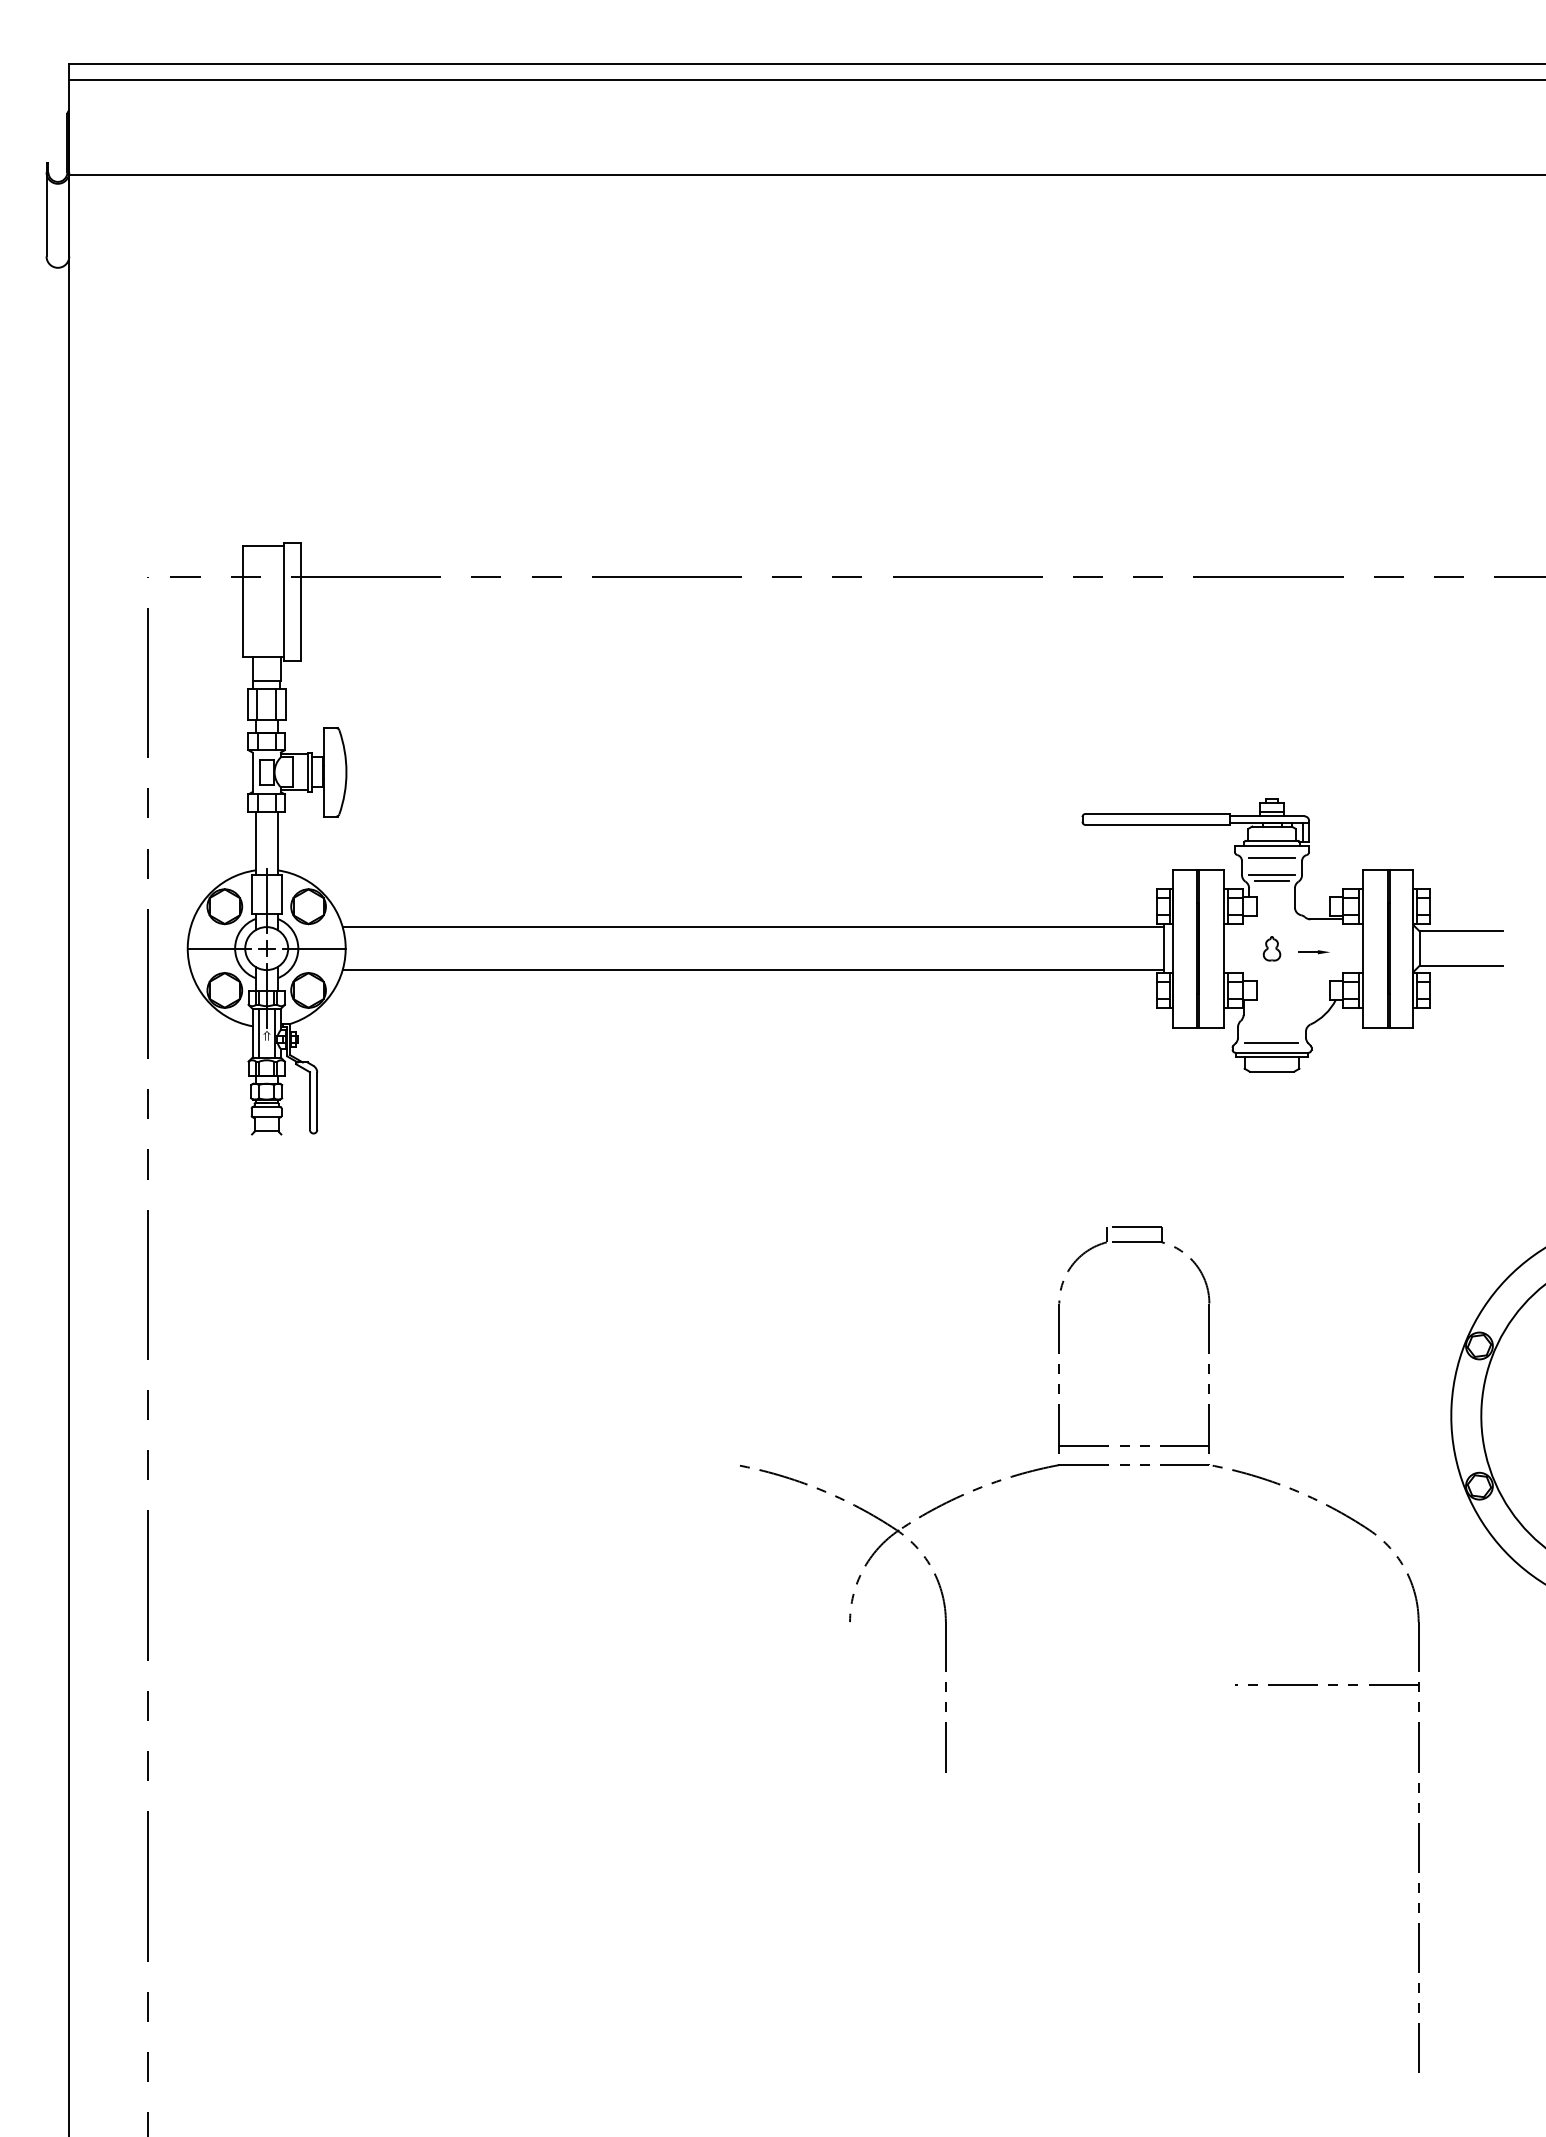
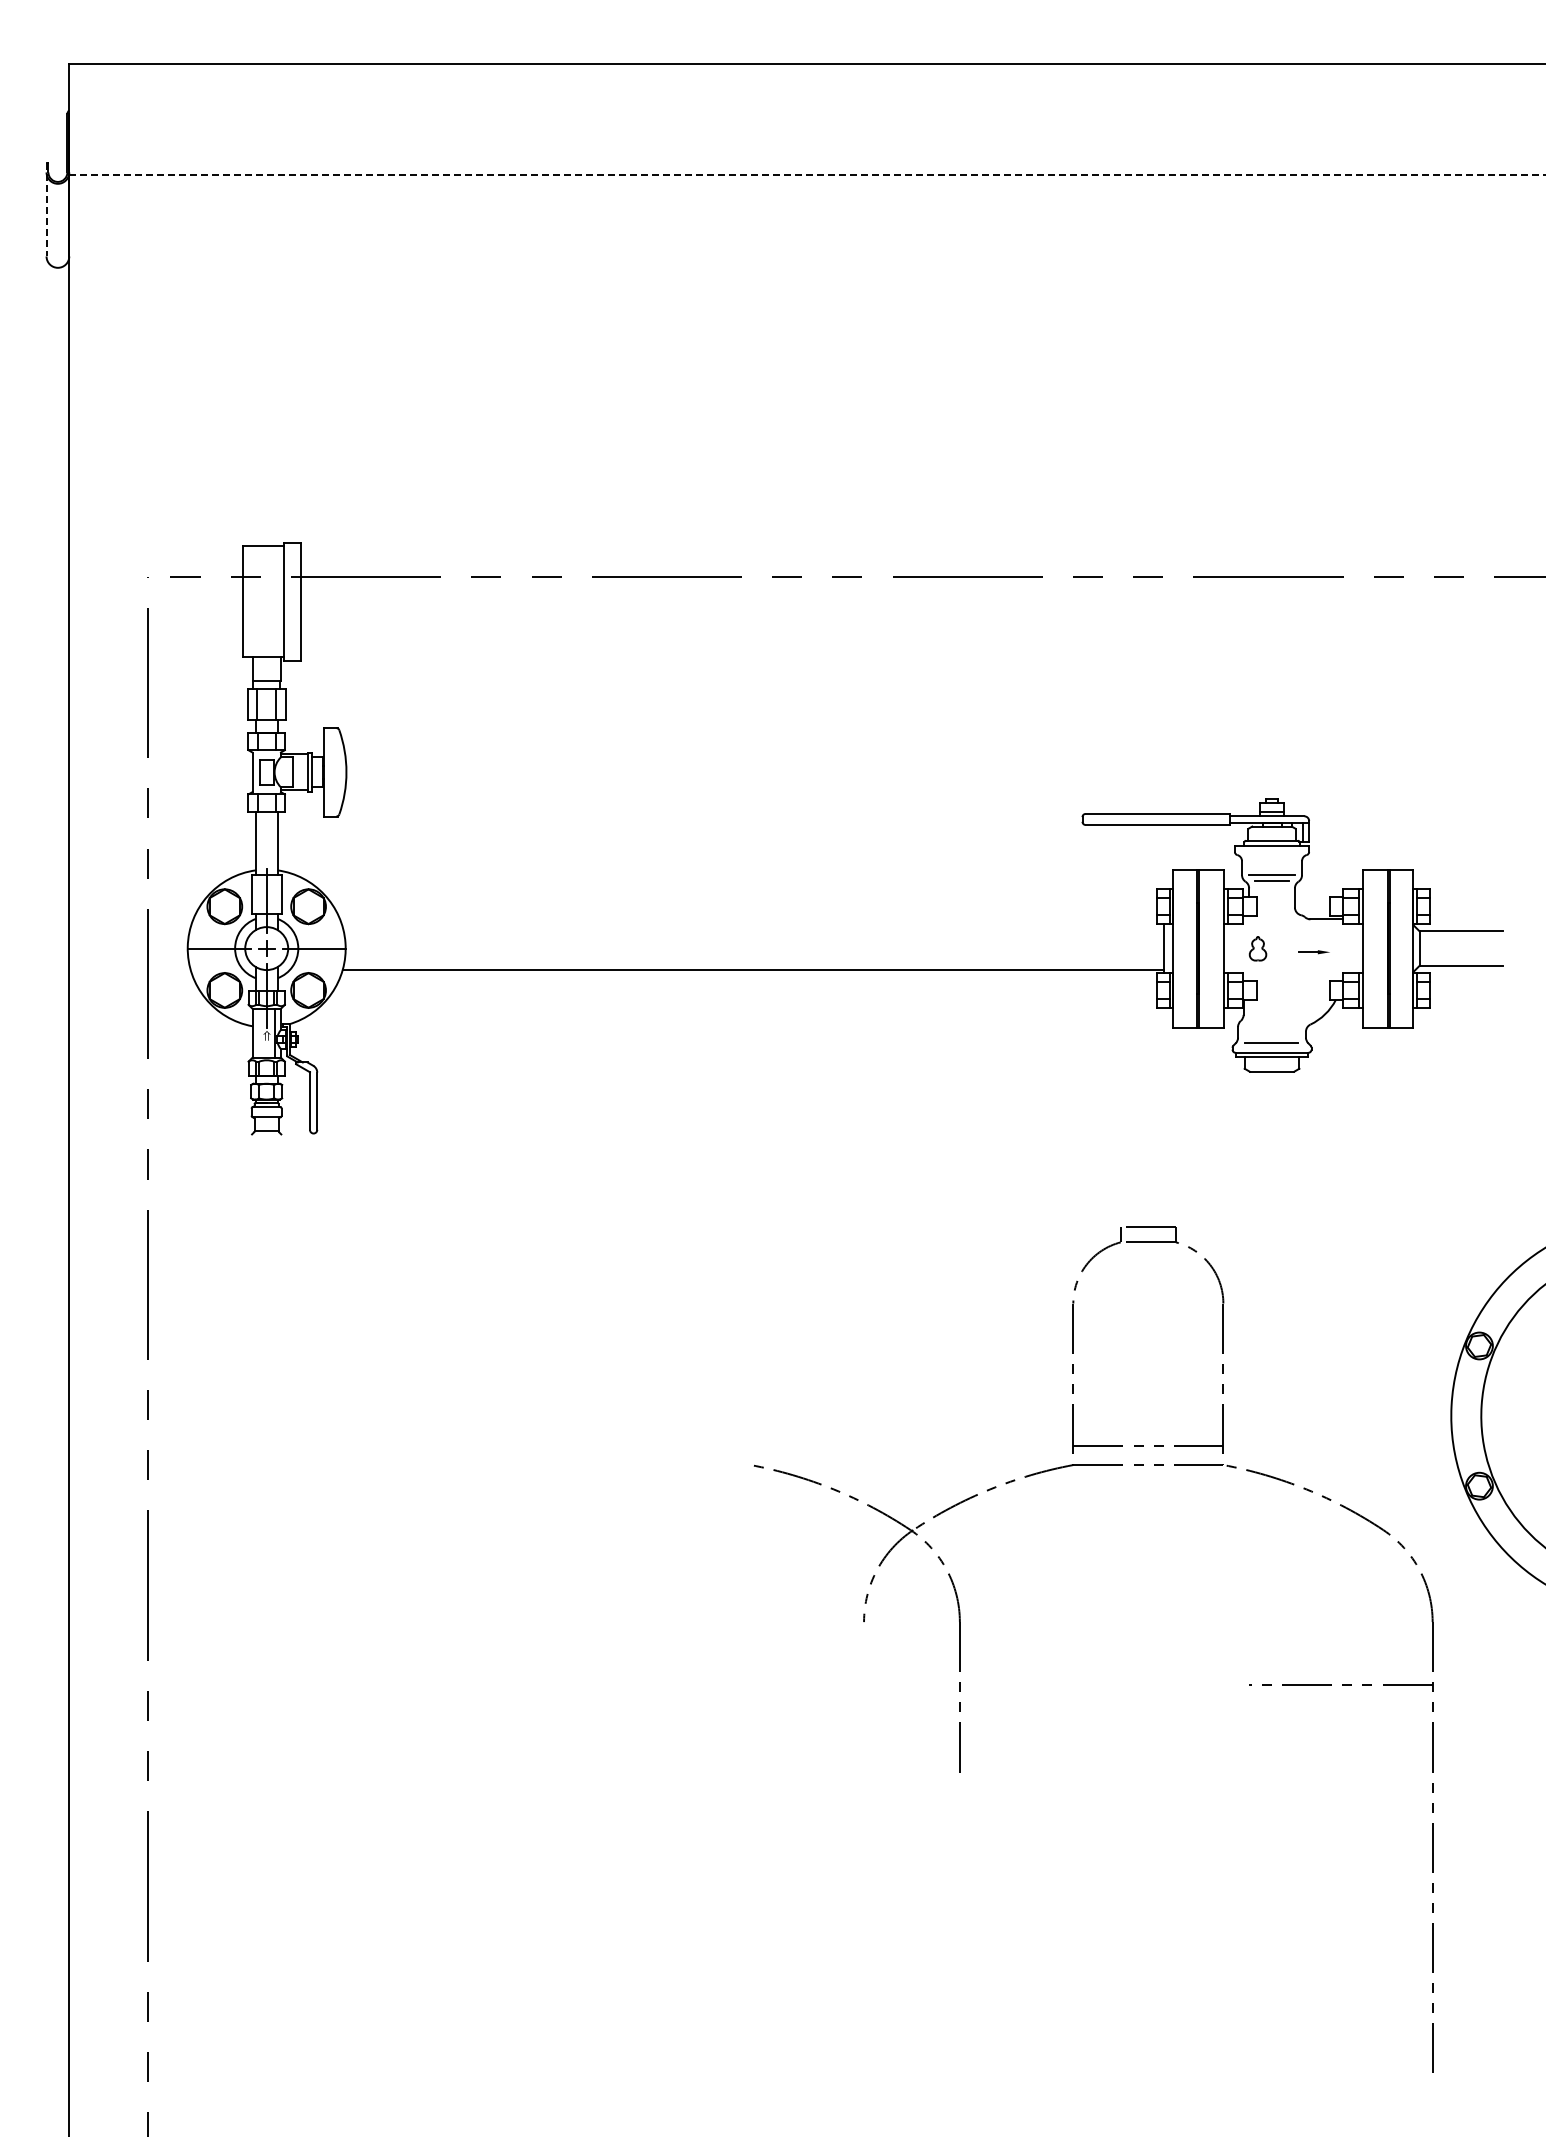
line at (805, 79): present -> none
line at (808, 174): solid -> dashed
line at (46, 209): solid -> dashed
line at (1271, 857): present -> none
line at (752, 927): present -> none
part at (1271, 948) position: (1271, 948) -> (1257, 948)
line at (258, 1032): present -> none
part at (946, 1649) position: (946, 1649) -> (960, 1649)
